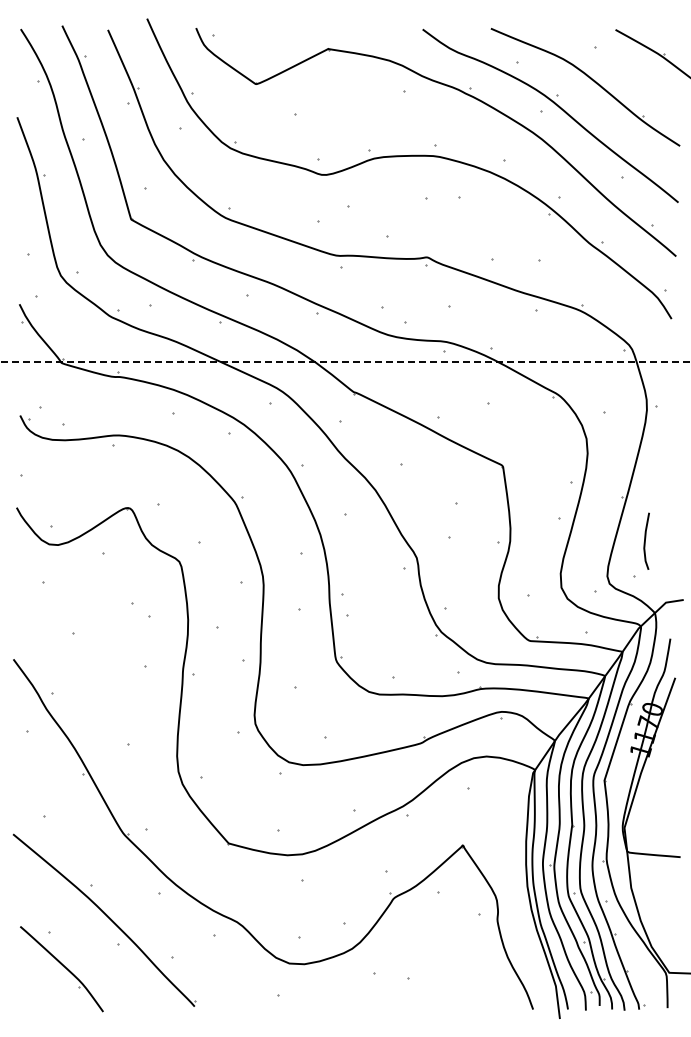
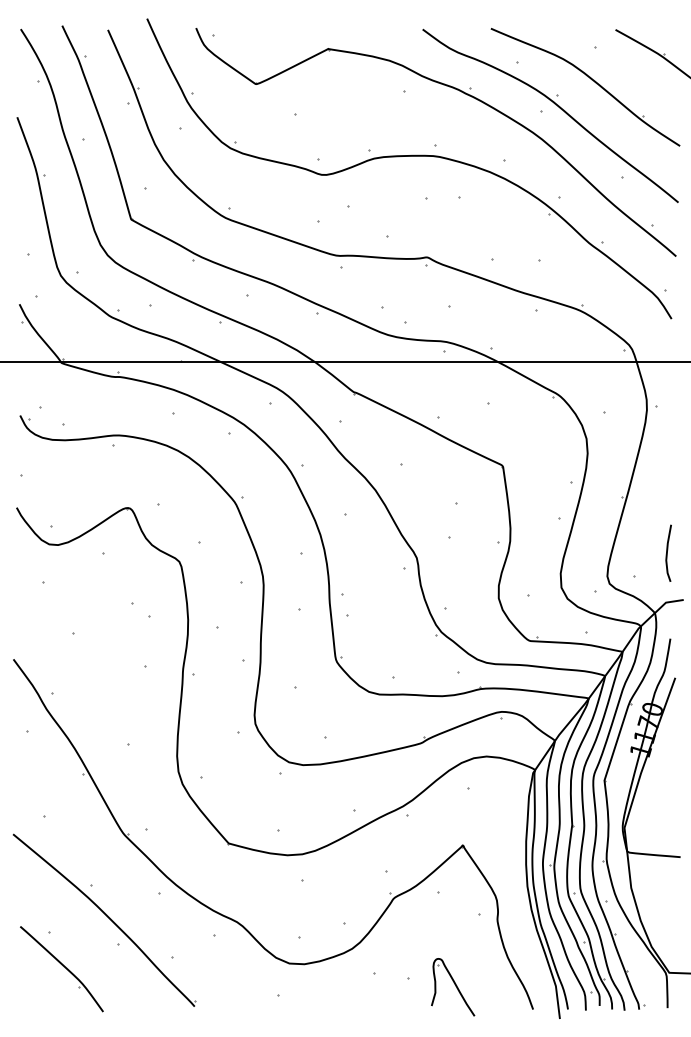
line at (345, 362): dashed -> solid
line at (645, 540) position: (645, 540) -> (667, 552)
part at (453, 987): none -> present
